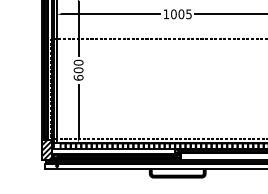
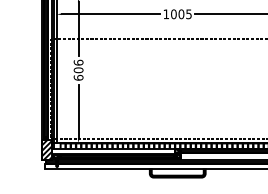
text at (78, 62): 600 -> 606
